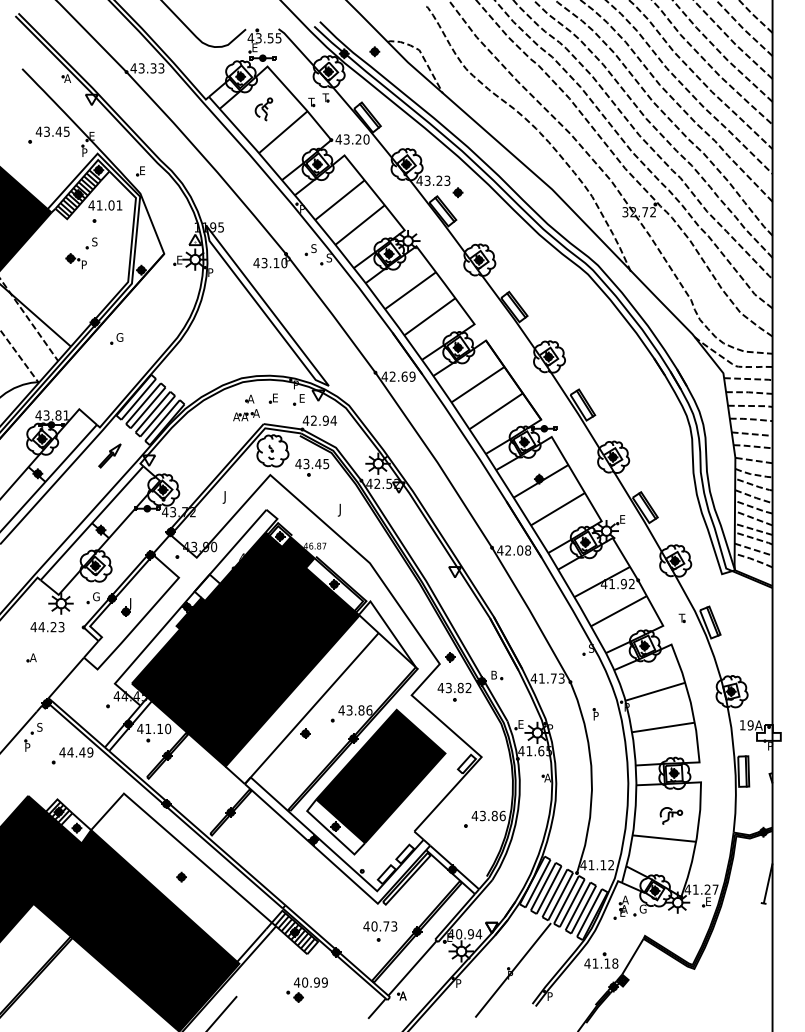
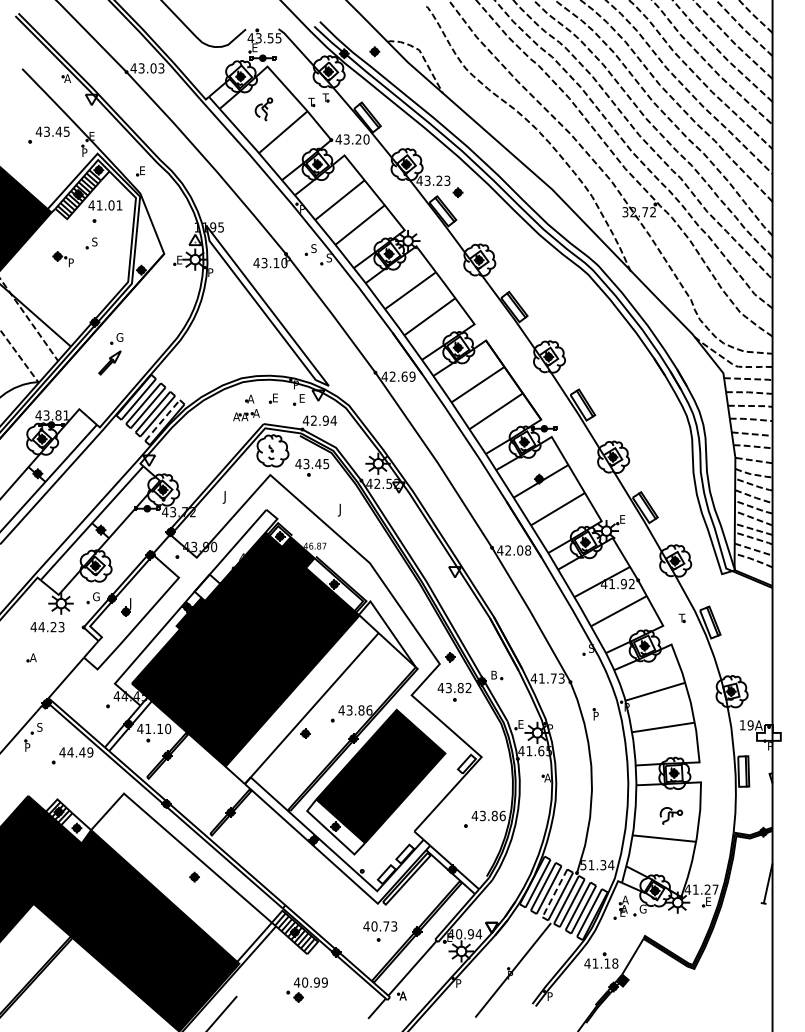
text at (153, 68): 43.33 -> 43.03
part at (75, 261) position: (75, 261) -> (62, 259)
line at (162, 420): solid -> dashed
part at (109, 455) position: (109, 455) -> (109, 362)
text at (597, 865): 41.12 -> 51.34
part at (181, 876) position: (181, 876) -> (194, 876)
line at (554, 893): solid -> dashed
